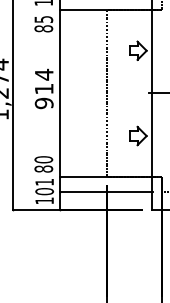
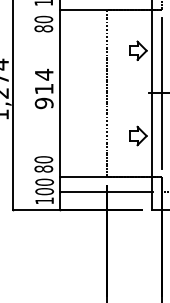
text at (43, 19): 85 -> 80
line at (162, 93): none -> present
text at (44, 181): 101 -> 100
